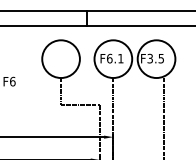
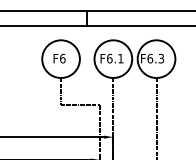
text at (155, 58): F3.5 -> F6.3
text at (9, 81) position: (9, 81) -> (59, 58)
line at (163, 117) position: (163, 117) -> (156, 117)
